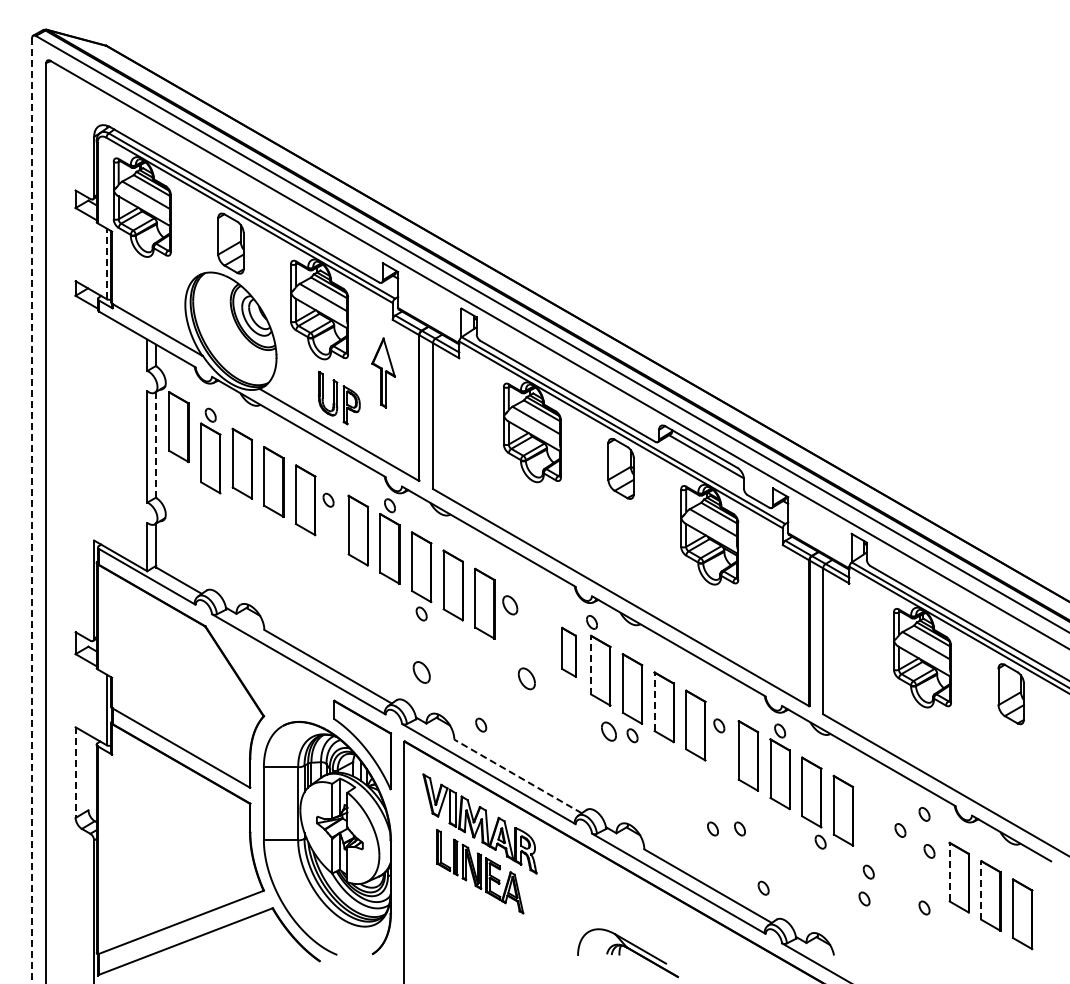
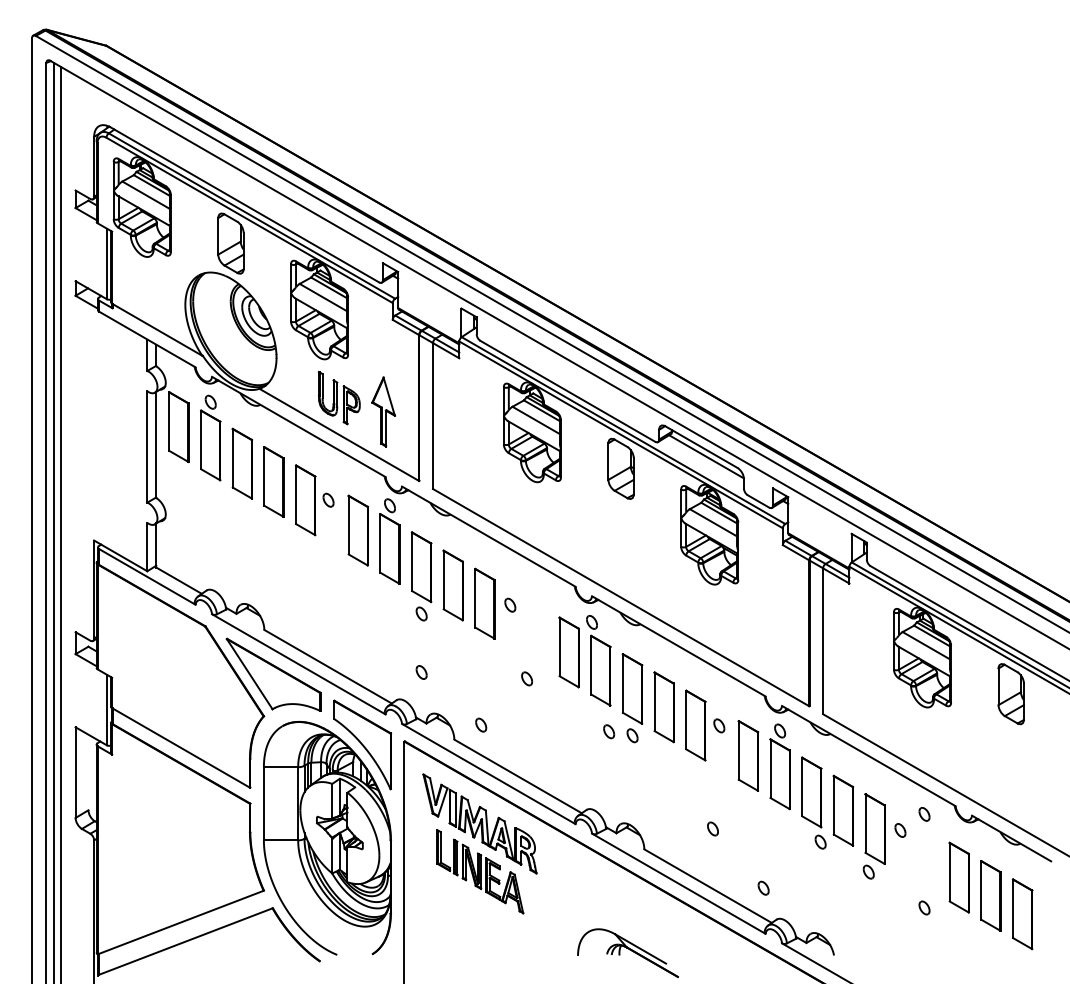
line at (106, 263): dashed -> solid
part at (383, 372) position: (383, 372) -> (383, 411)
line at (156, 444): dashed -> solid
part at (210, 450) position: (210, 450) -> (210, 437)
line at (32, 510): dashed -> solid
line at (53, 521): none -> present
line at (60, 523): none -> present
part at (510, 605) size: 17x21 px -> 13x16 px
part at (568, 651) size: 16x52 px -> 22x73 px
line at (591, 664): dashed -> solid
part at (421, 672) size: 19x23 px -> 13x15 px
part at (273, 674): none -> present
part at (526, 678) size: 19x24 px -> 13x16 px
line at (654, 701): dashed -> solid
part at (608, 731) size: 16x21 px -> 13x16 px
line at (75, 773): dashed -> solid
line at (518, 776): dashed -> solid
part at (739, 828): present -> none
part at (874, 828): none -> present
part at (929, 851): present -> none
line at (949, 871): dashed -> solid
line at (981, 890): dashed -> solid
part at (864, 898): present -> none
